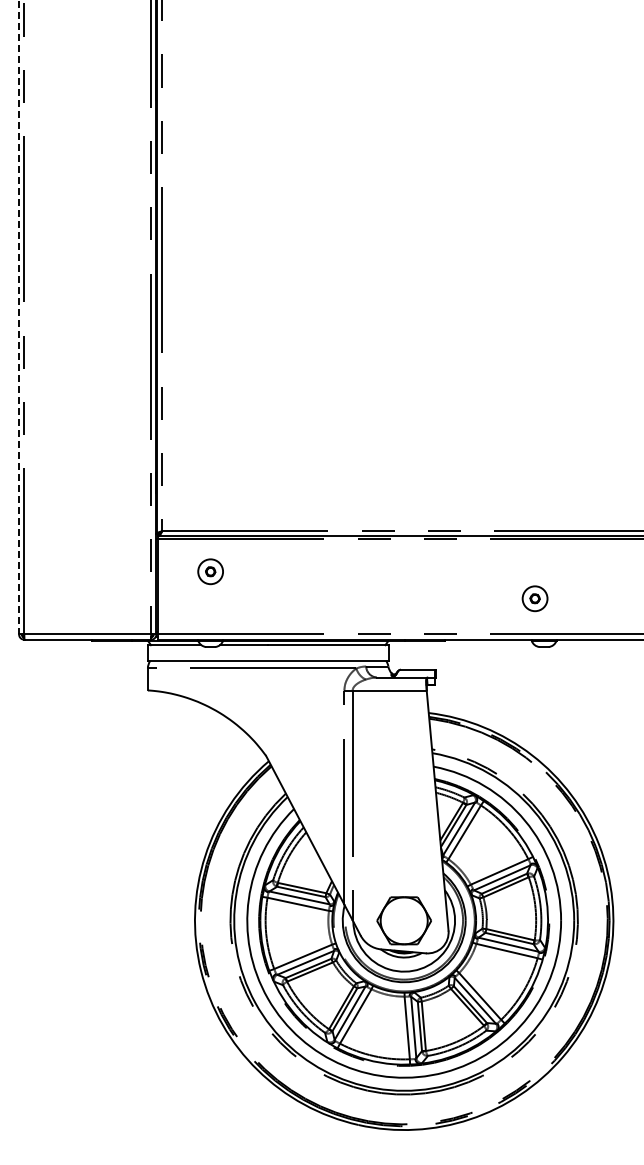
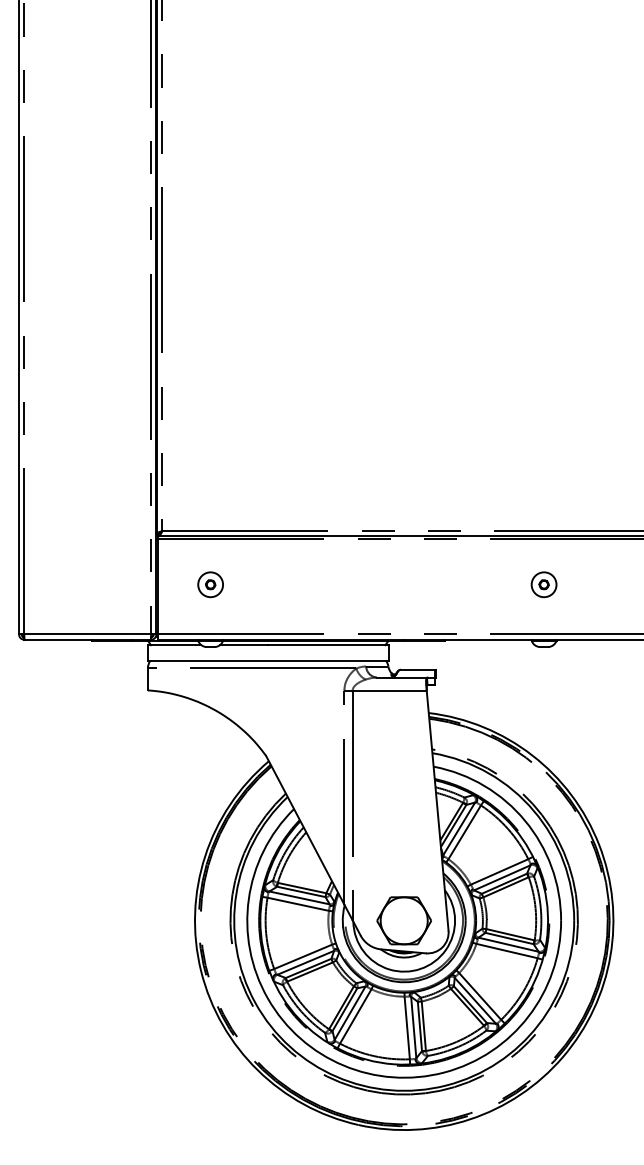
line at (19, 317): dashed -> solid
part at (210, 571) position: (210, 571) -> (210, 584)
part at (534, 598) position: (534, 598) -> (543, 584)
